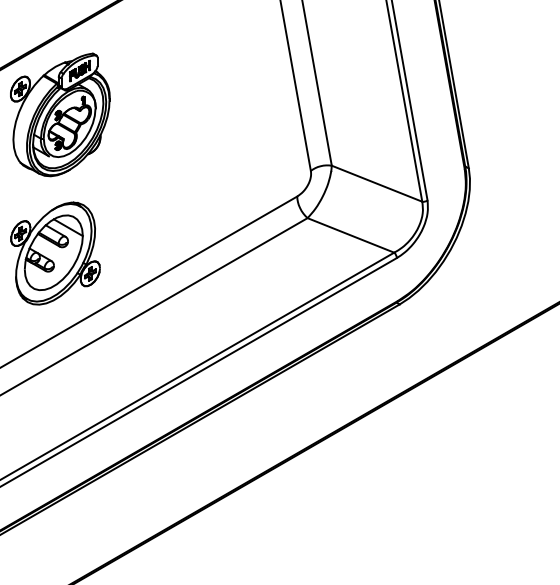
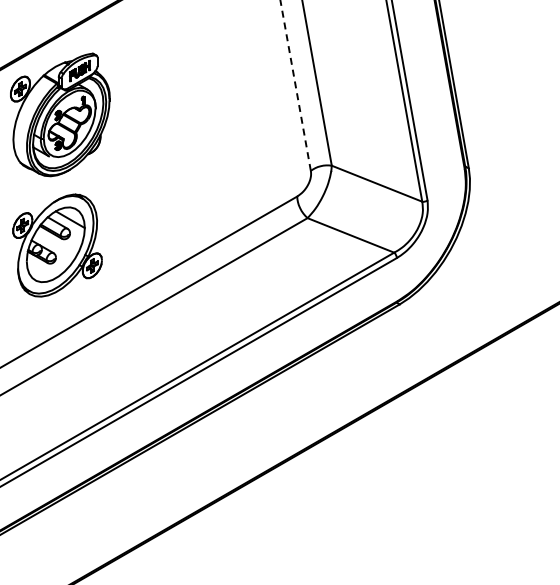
line at (295, 85): solid -> dashed
part at (55, 253) position: (55, 253) -> (57, 245)
